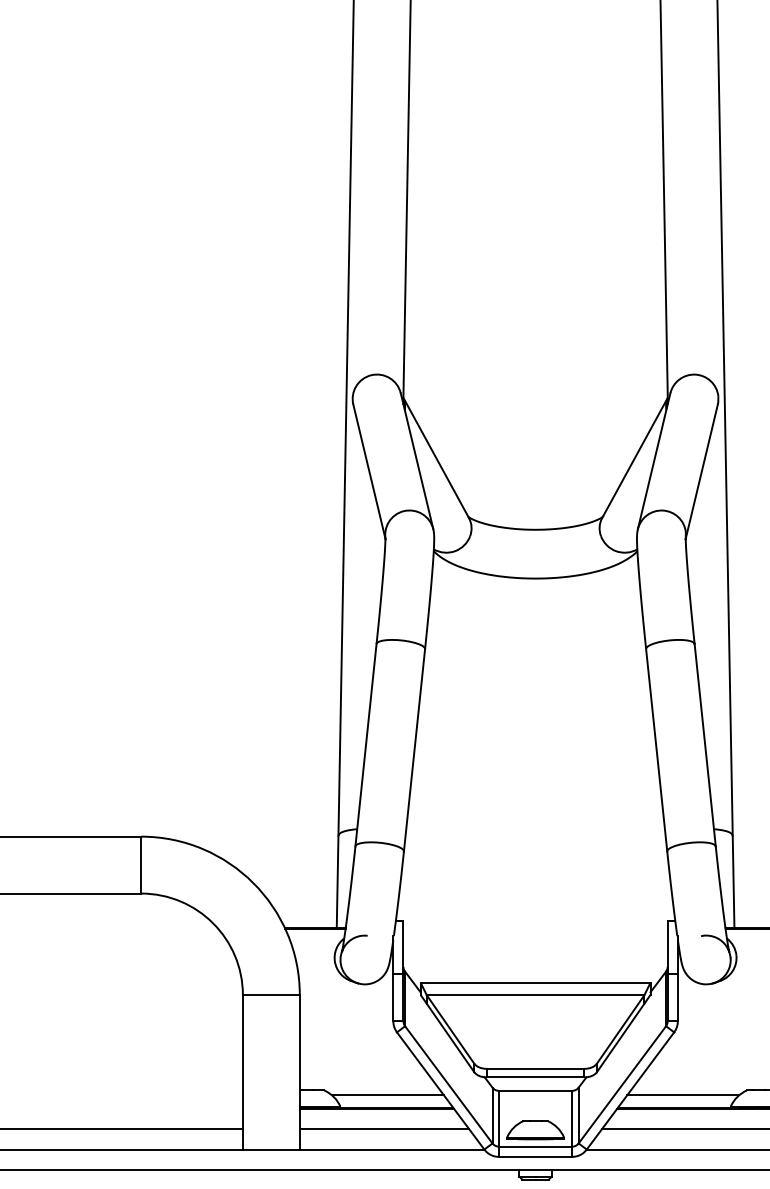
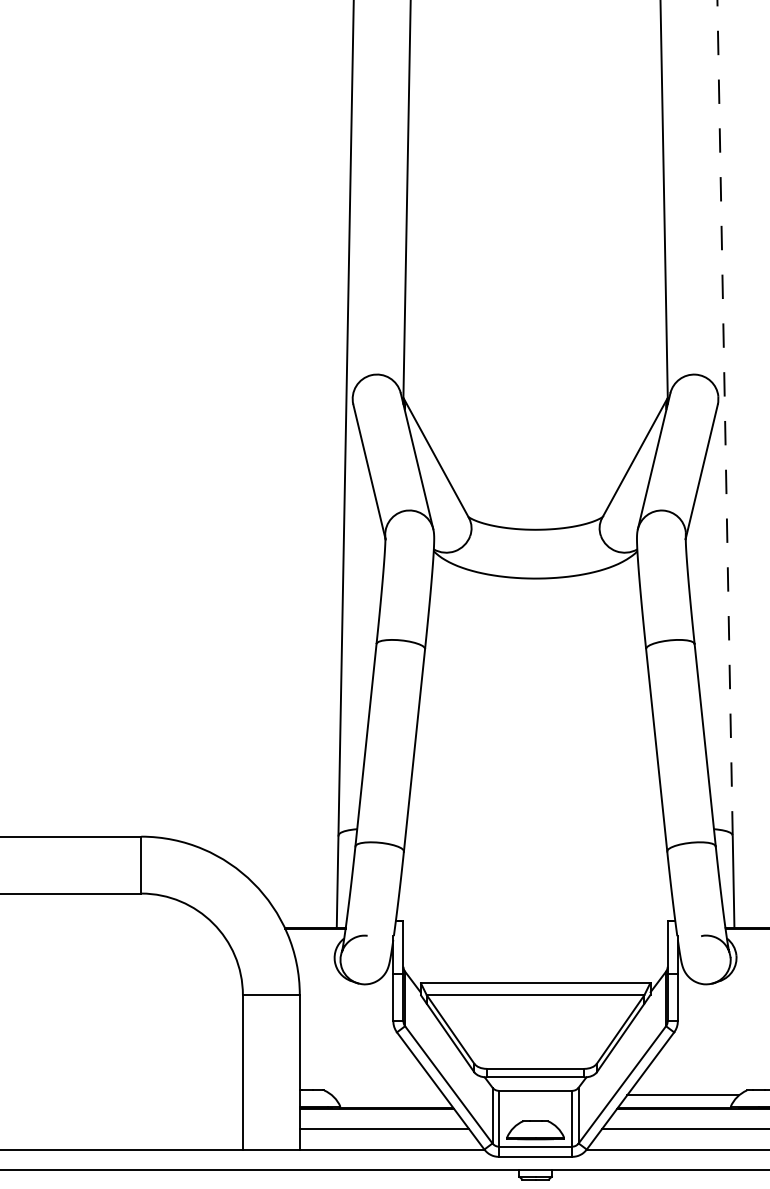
line at (725, 417): solid -> dashed
line at (387, 1095): present -> none
line at (122, 1129): present -> none
